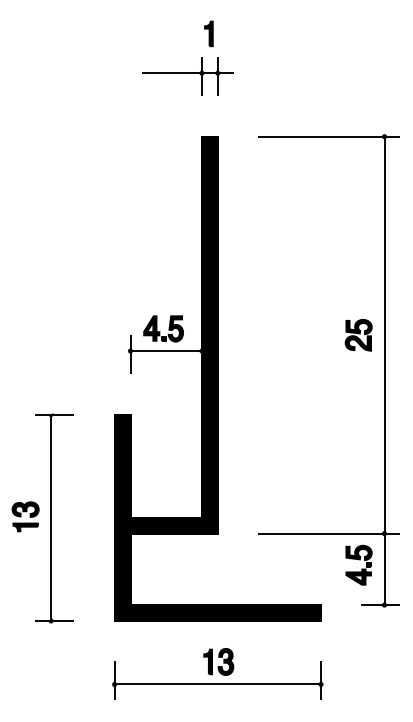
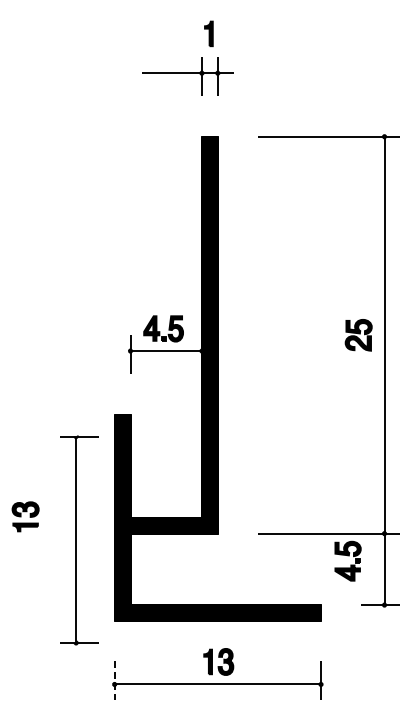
part at (54, 518) position: (54, 518) -> (79, 540)
part at (358, 564) position: (358, 564) -> (347, 560)
line at (114, 680): solid -> dashed
